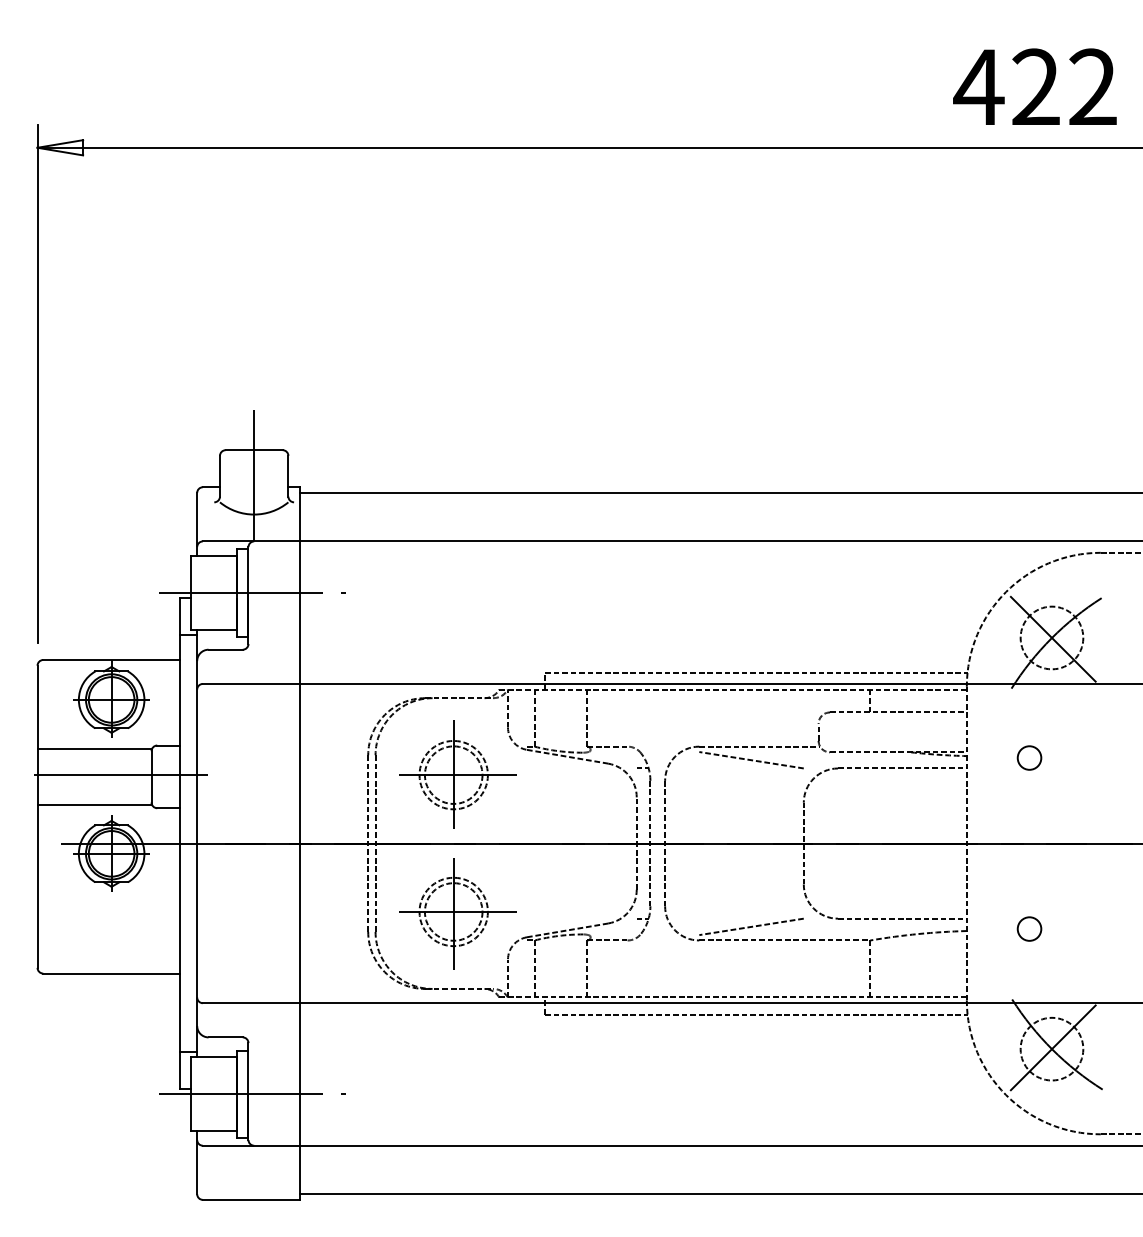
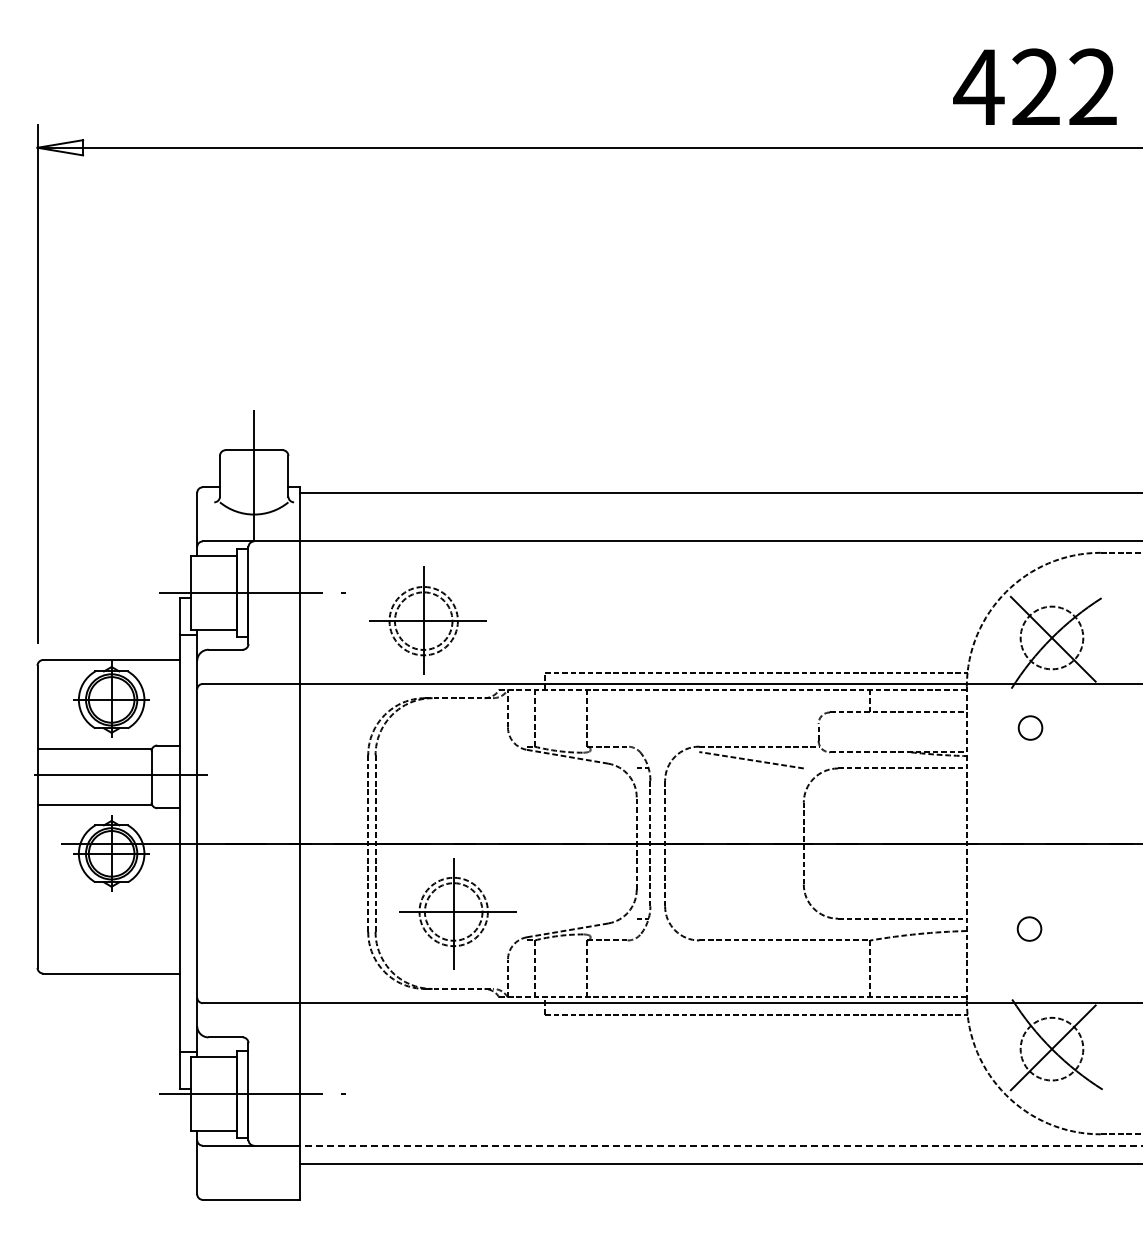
circle at (1029, 757) position: (1029, 757) -> (1030, 727)
part at (457, 774) position: (457, 774) -> (427, 620)
line at (751, 926): present -> none
line at (720, 1145): solid -> dashed
line at (719, 1194) position: (719, 1194) -> (719, 1164)
